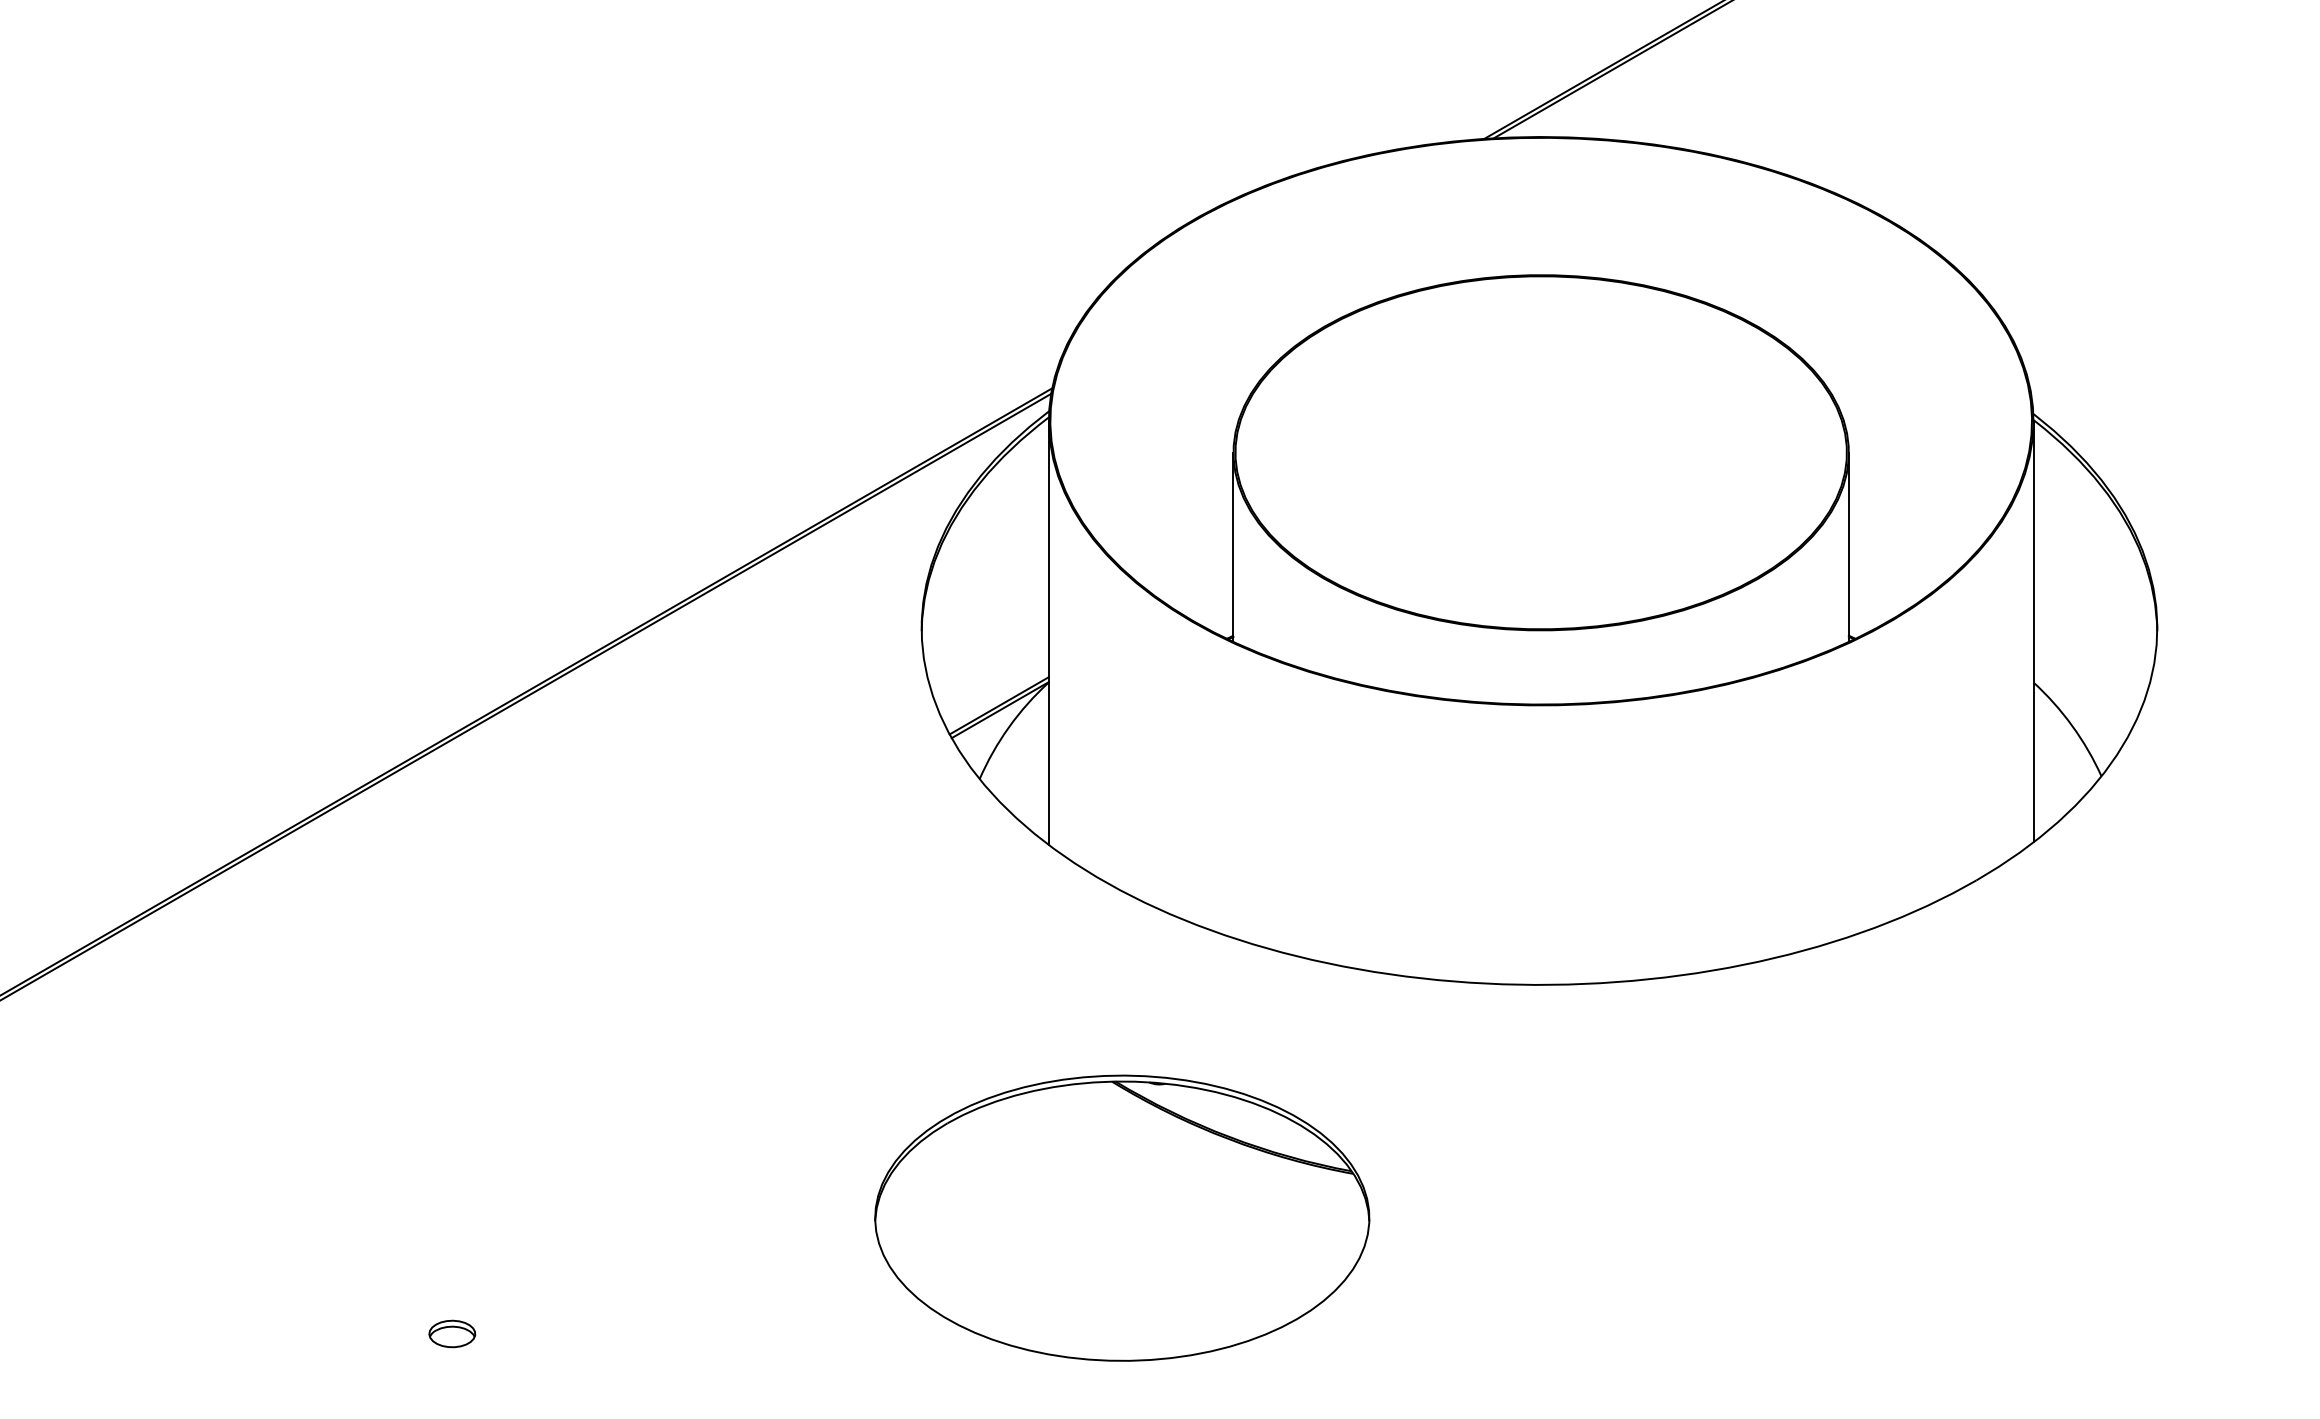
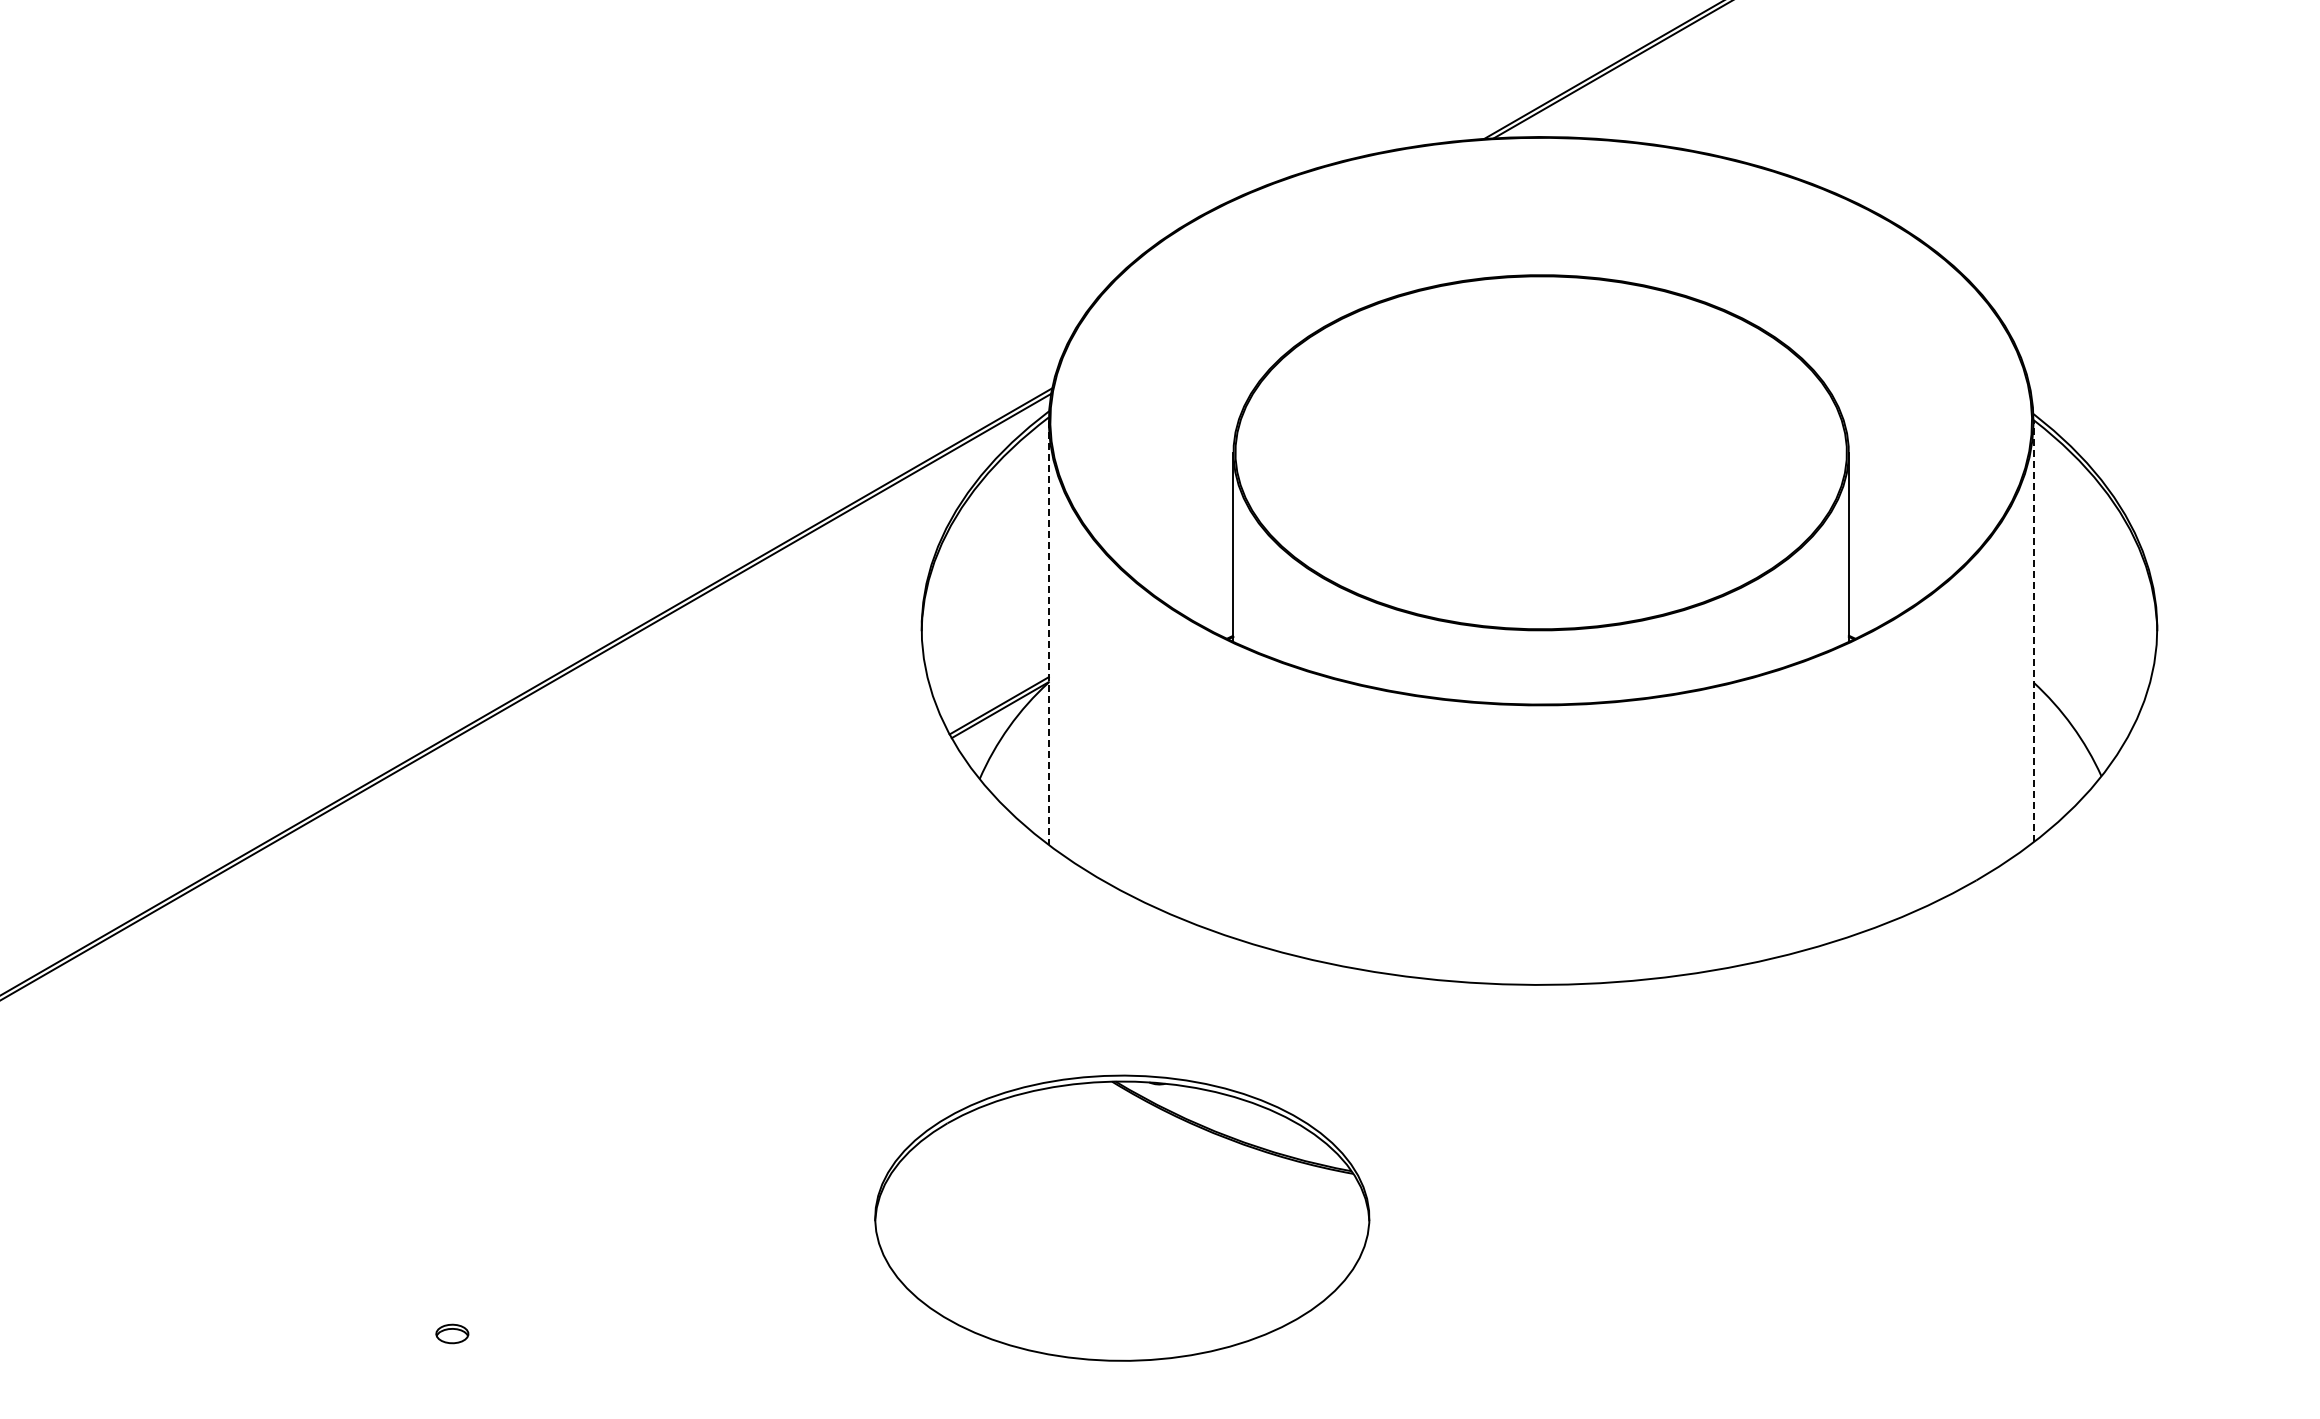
line at (2033, 631): solid -> dashed
line at (1048, 633): solid -> dashed
part at (452, 1333) size: 49x30 px -> 35x22 px
